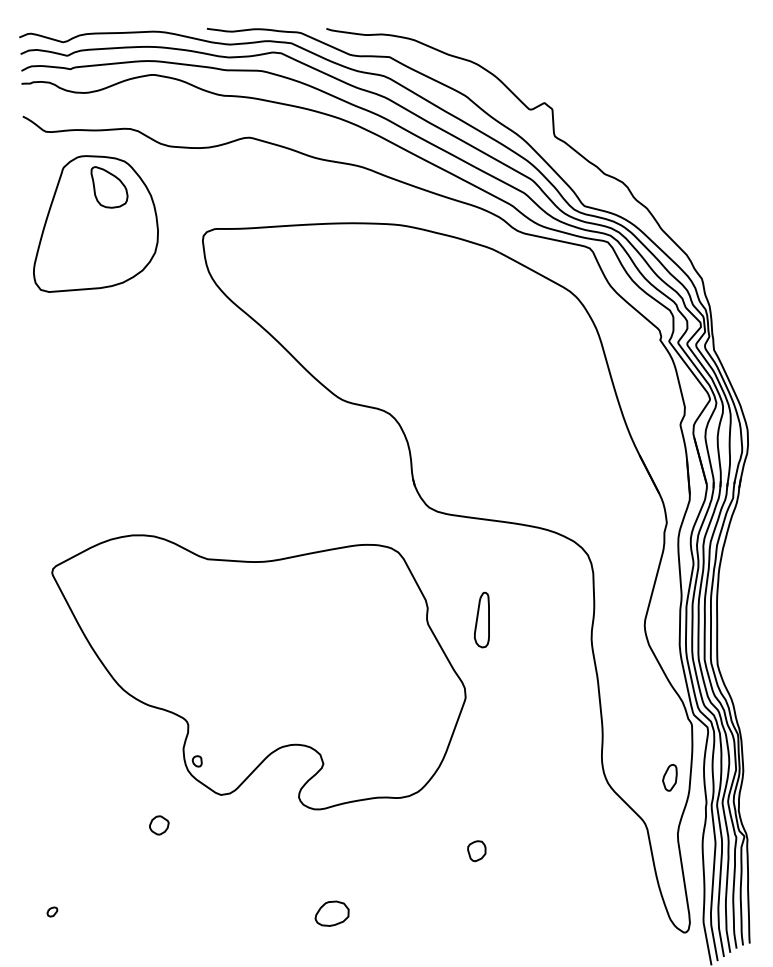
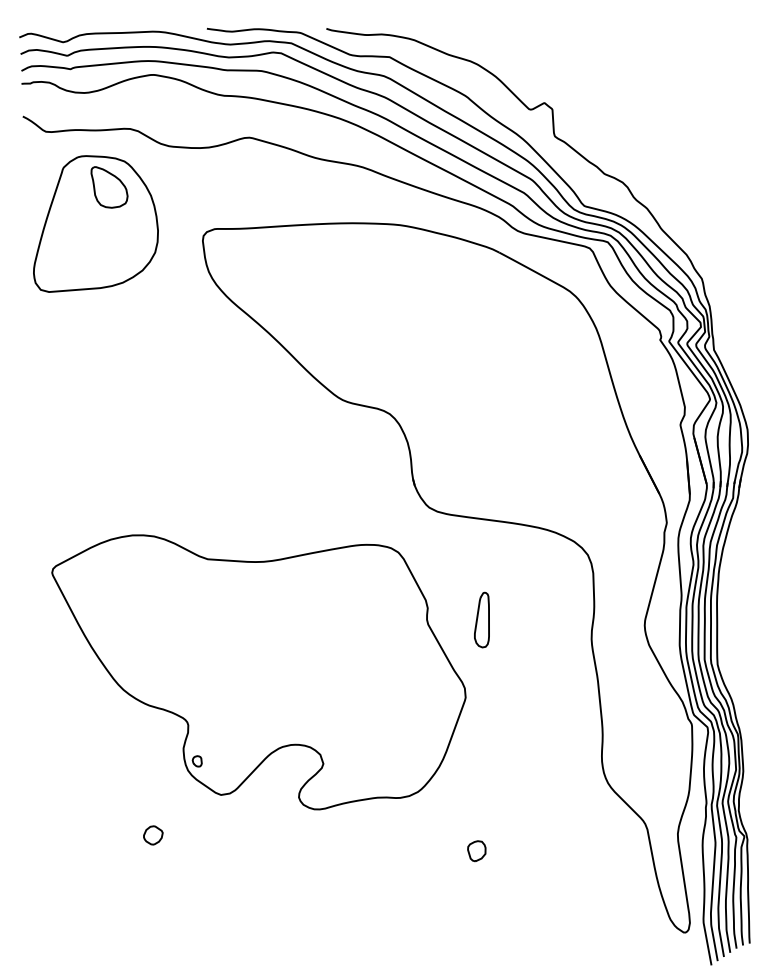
part at (669, 777): present -> none
part at (159, 825) position: (159, 825) -> (153, 835)
part at (52, 911): present -> none
part at (331, 913): present -> none
